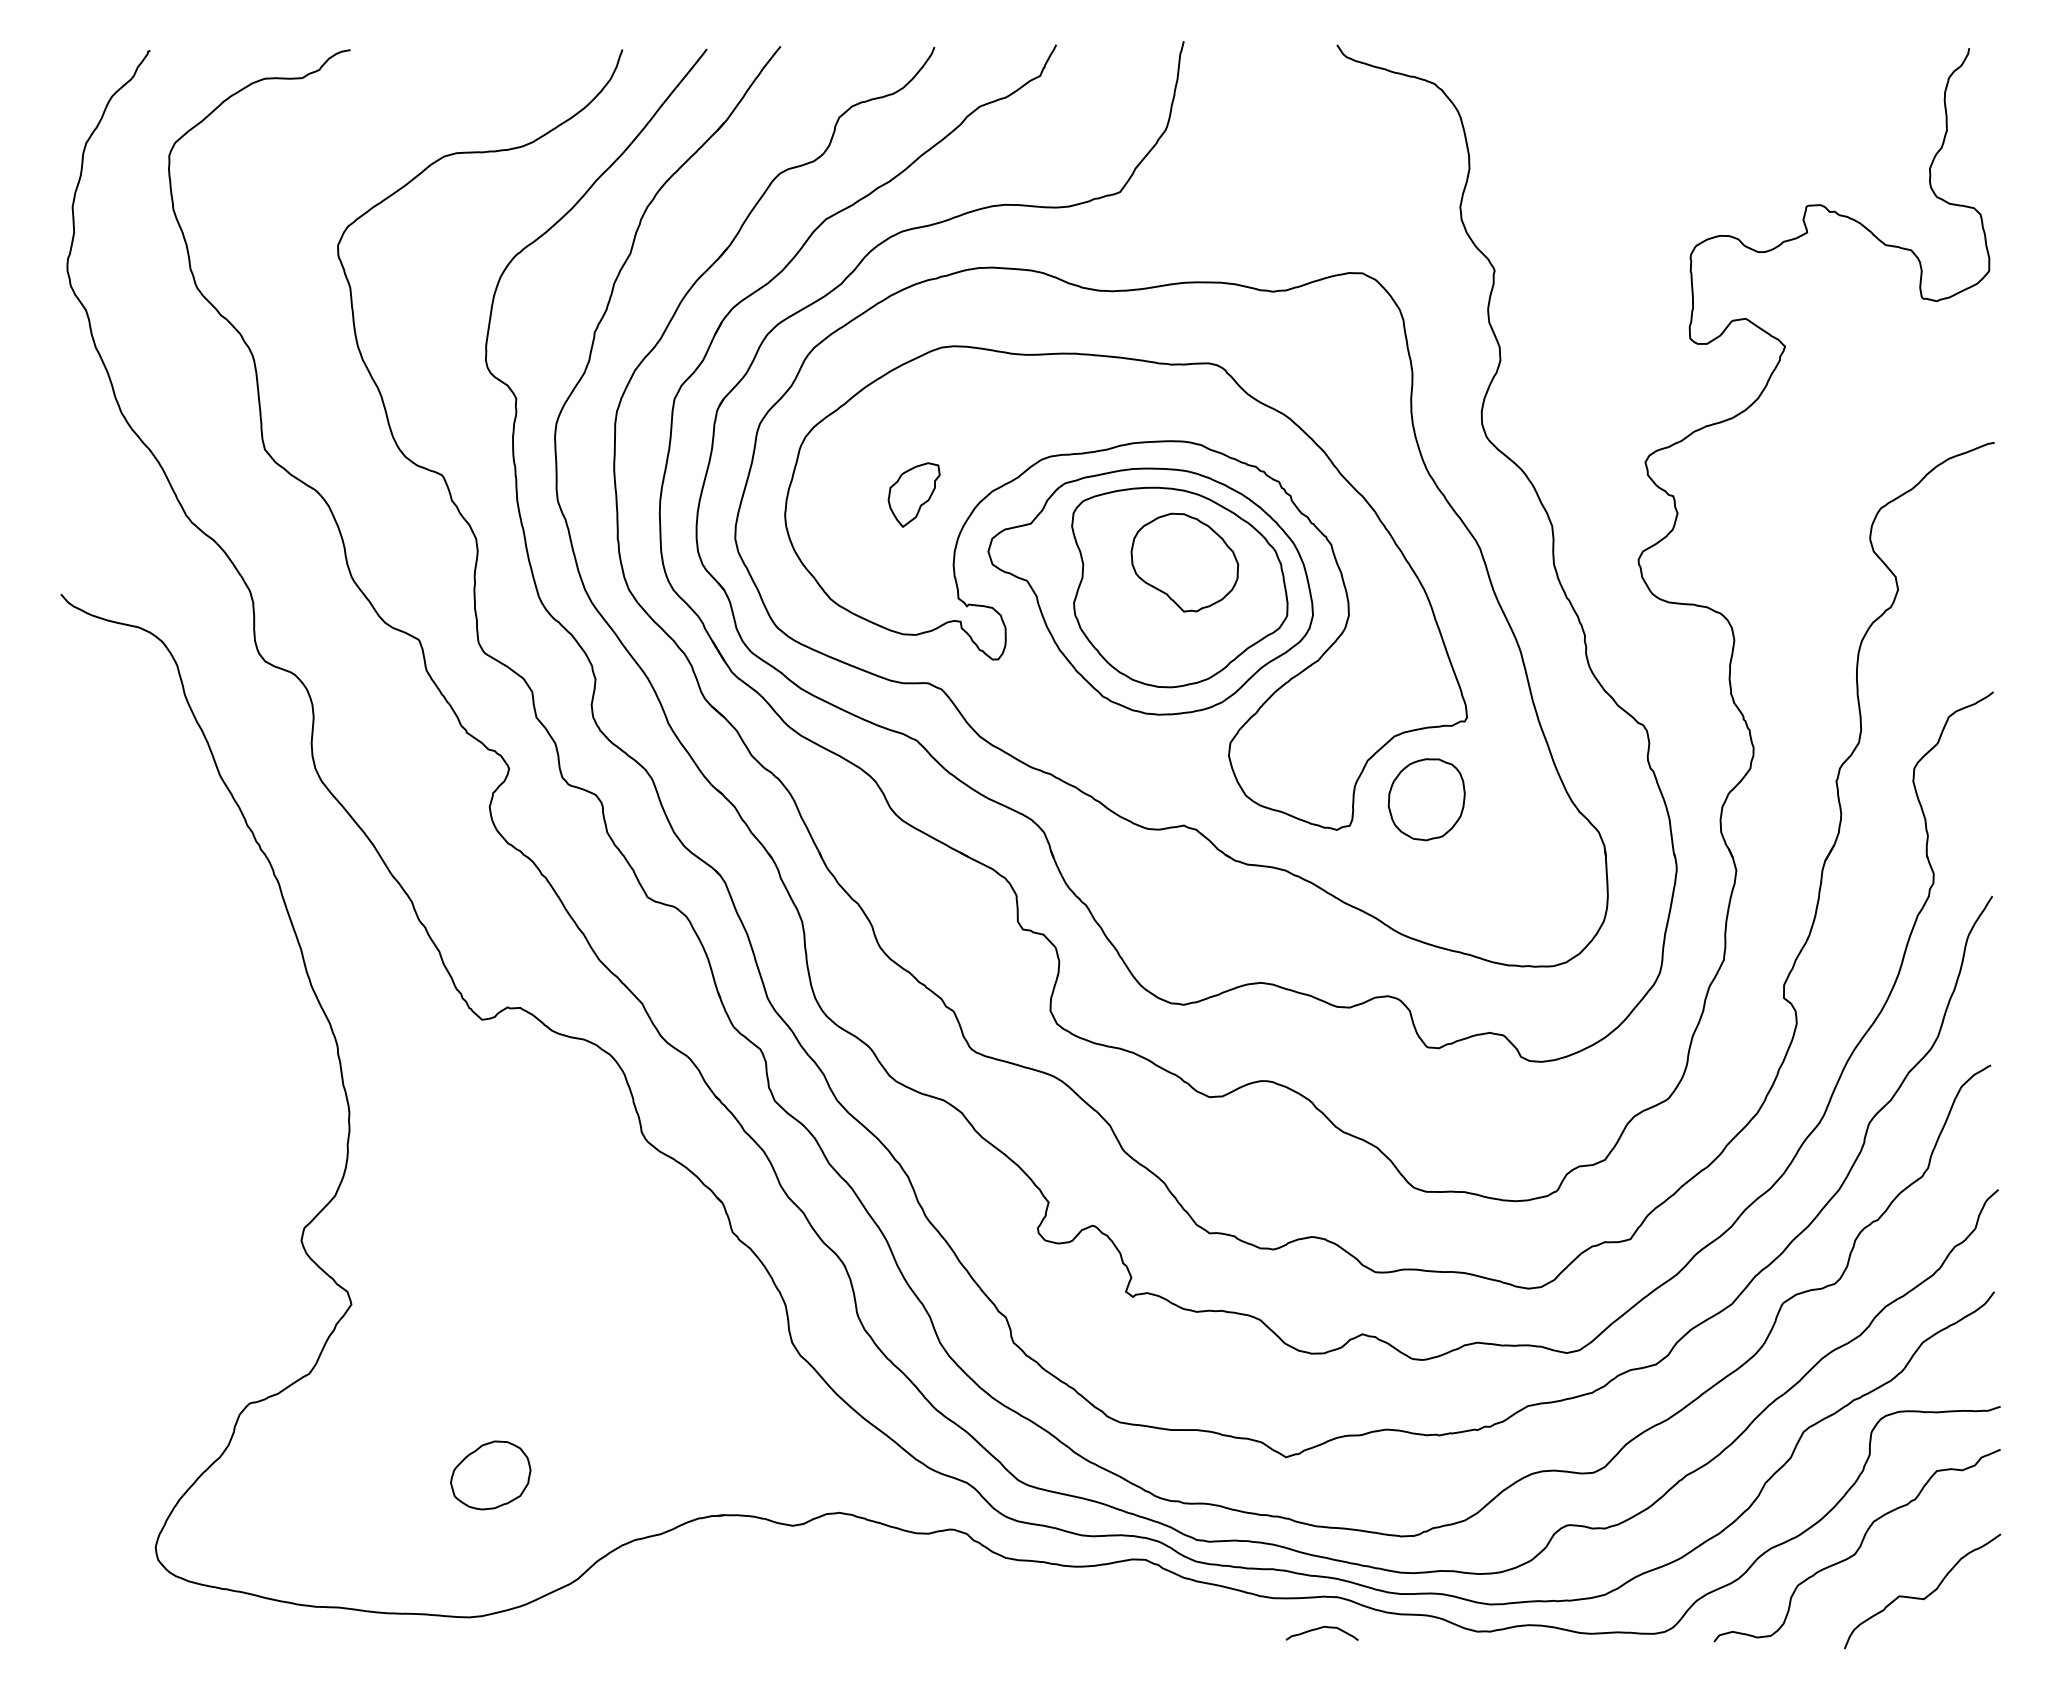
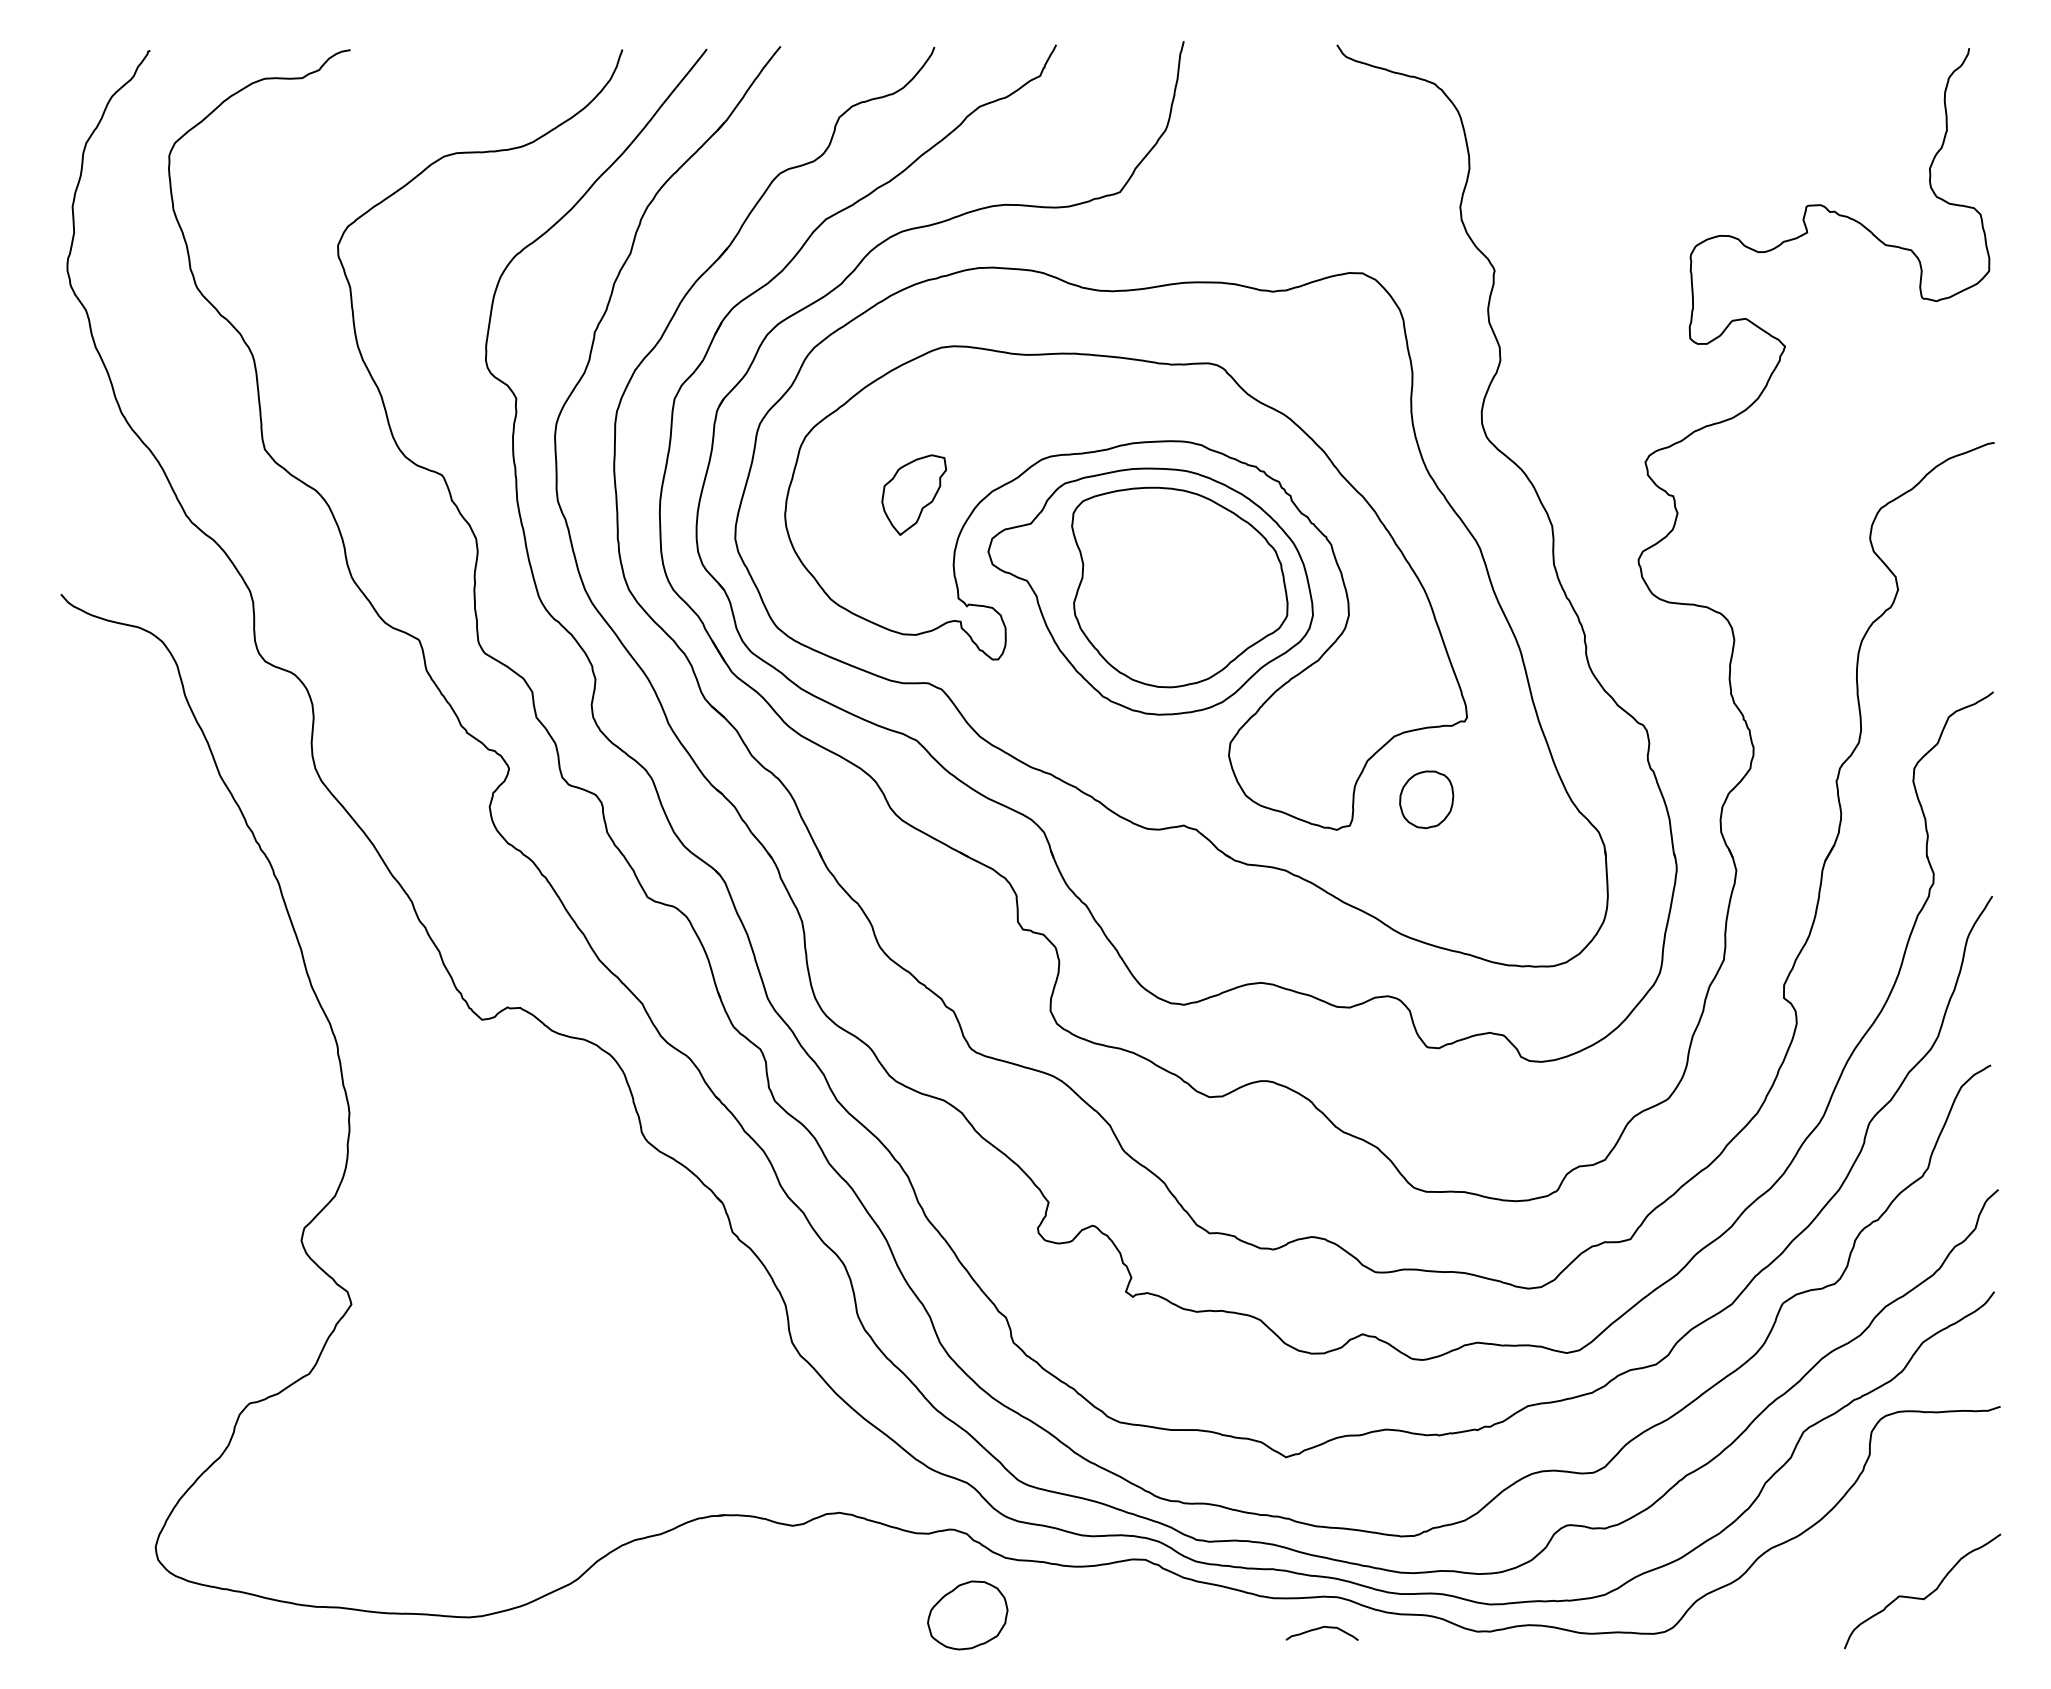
part at (913, 494) size: 54x66 px -> 66x82 px
part at (1184, 562): present -> none
part at (1426, 799) size: 79x84 px -> 56x60 px
part at (490, 1475) position: (490, 1475) -> (967, 1615)
curve at (1858, 1547): present -> none
